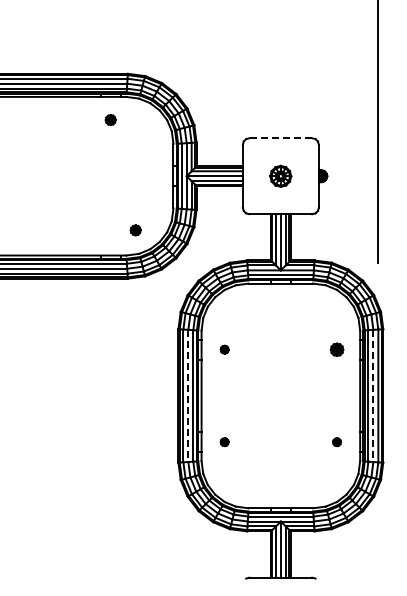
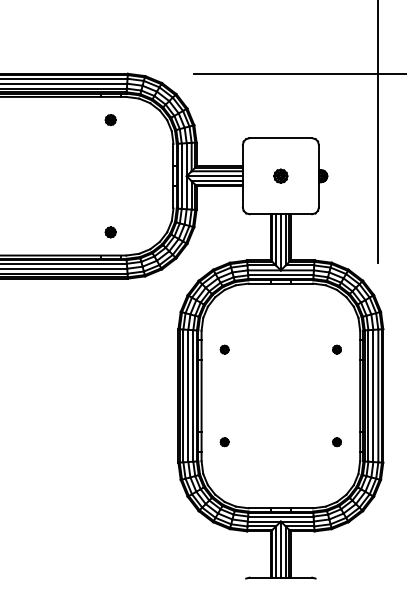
line at (298, 73): none -> present
line at (280, 138): dashed -> solid
part at (280, 175) size: 24x24 px -> 16x16 px
part at (135, 230) position: (135, 230) -> (110, 232)
part at (336, 349) size: 16x15 px -> 10x11 px
line at (188, 396): dashed -> solid
line at (373, 396): dashed -> solid
